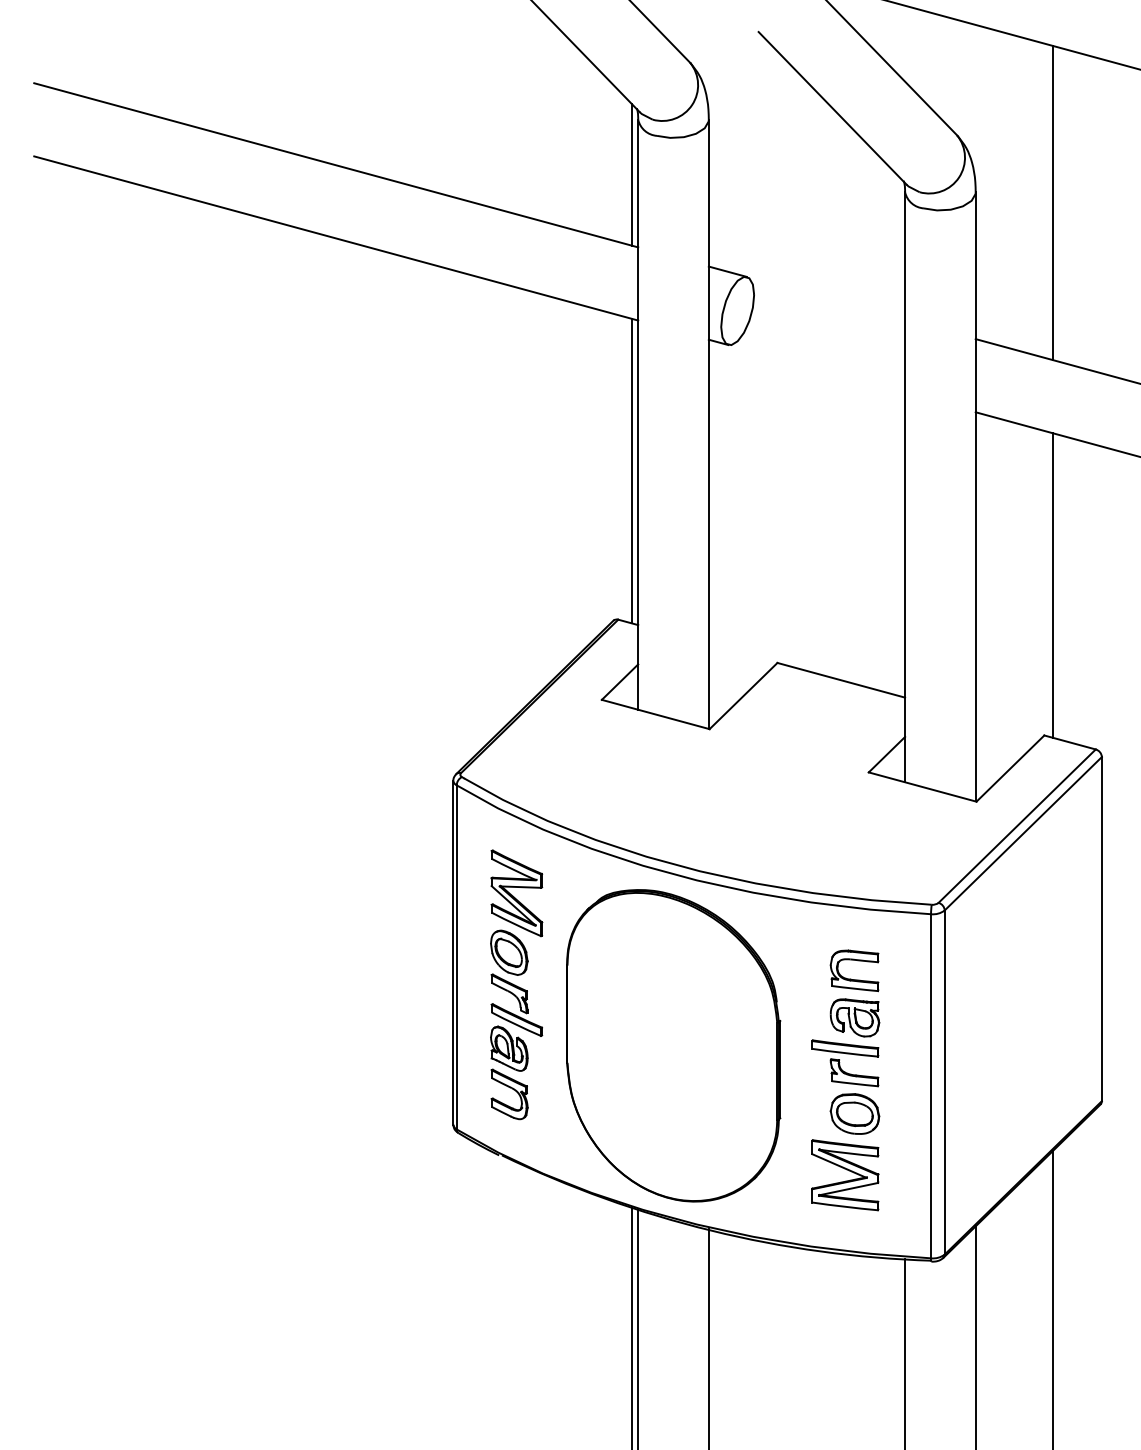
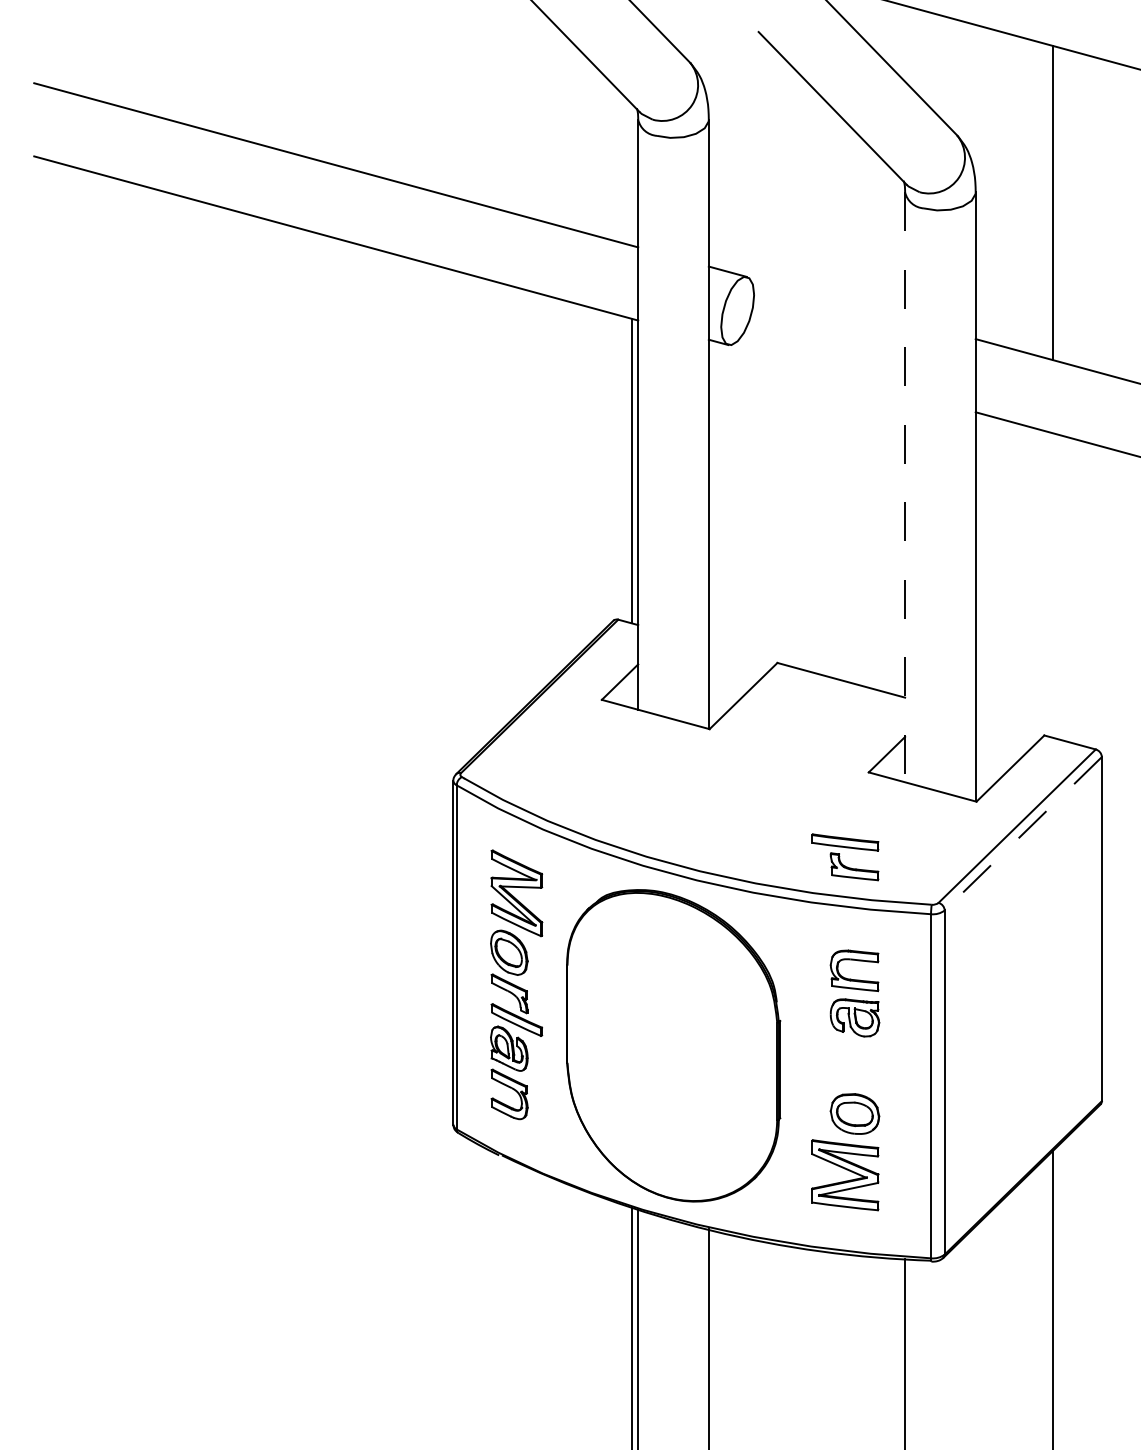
line at (631, 174): present -> none
line at (905, 487): solid -> dashed
line at (1052, 585): present -> none
line at (1023, 833): solid -> dashed
part at (845, 1063) position: (845, 1063) -> (845, 857)
line at (975, 1336): present -> none
